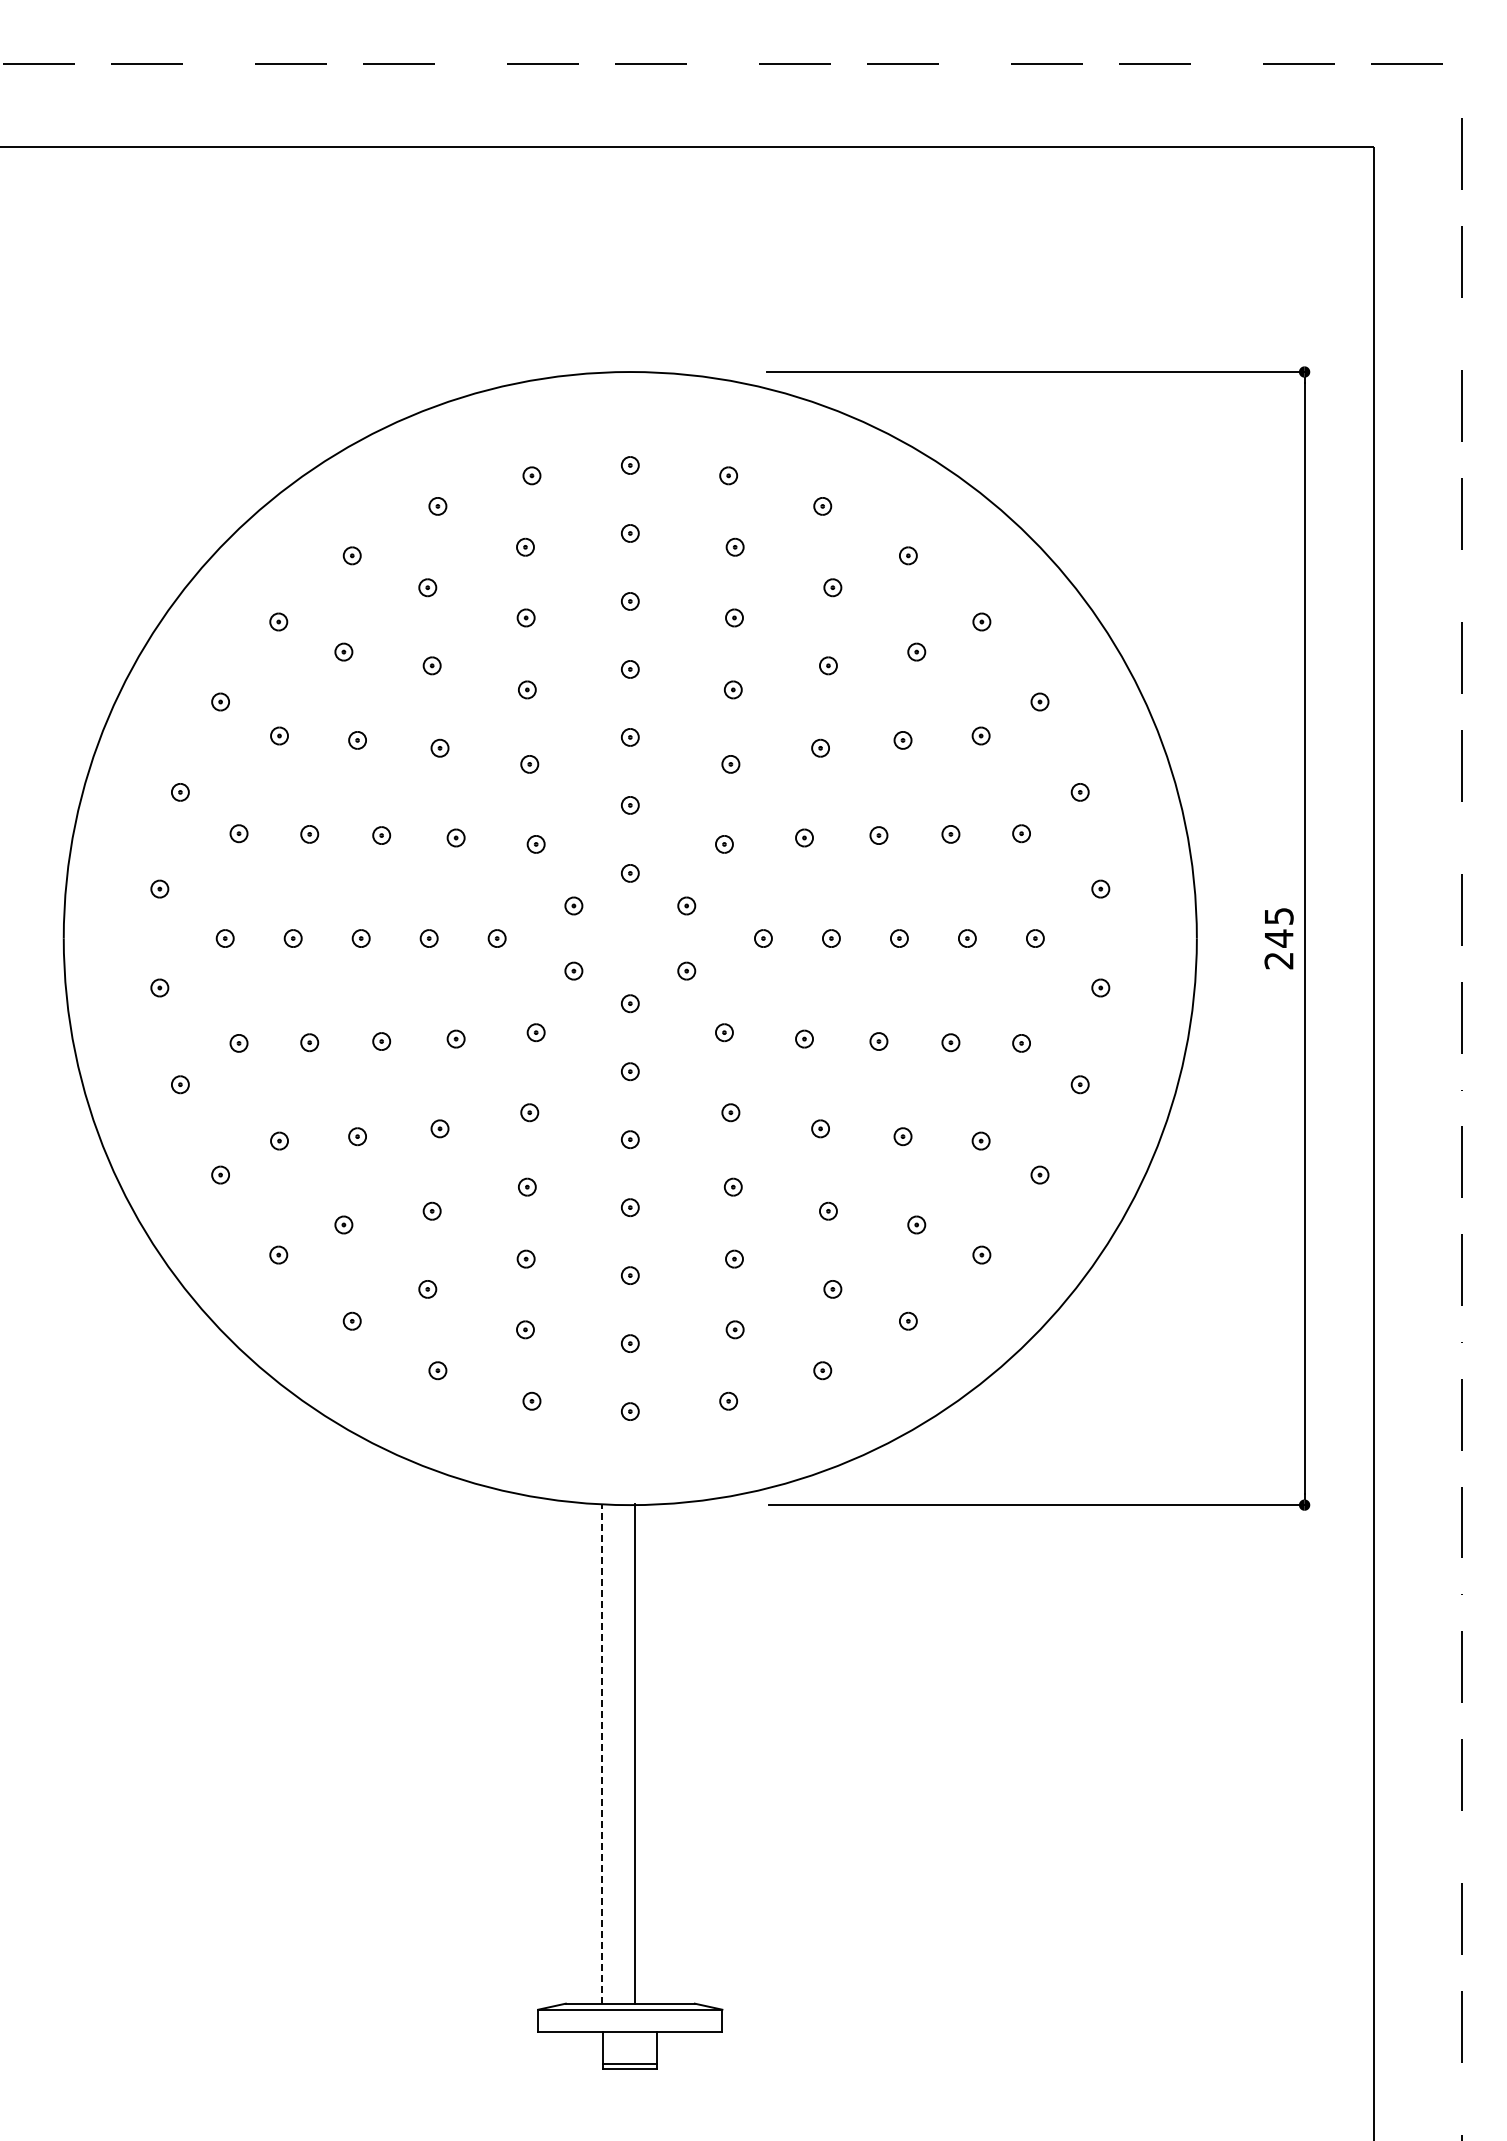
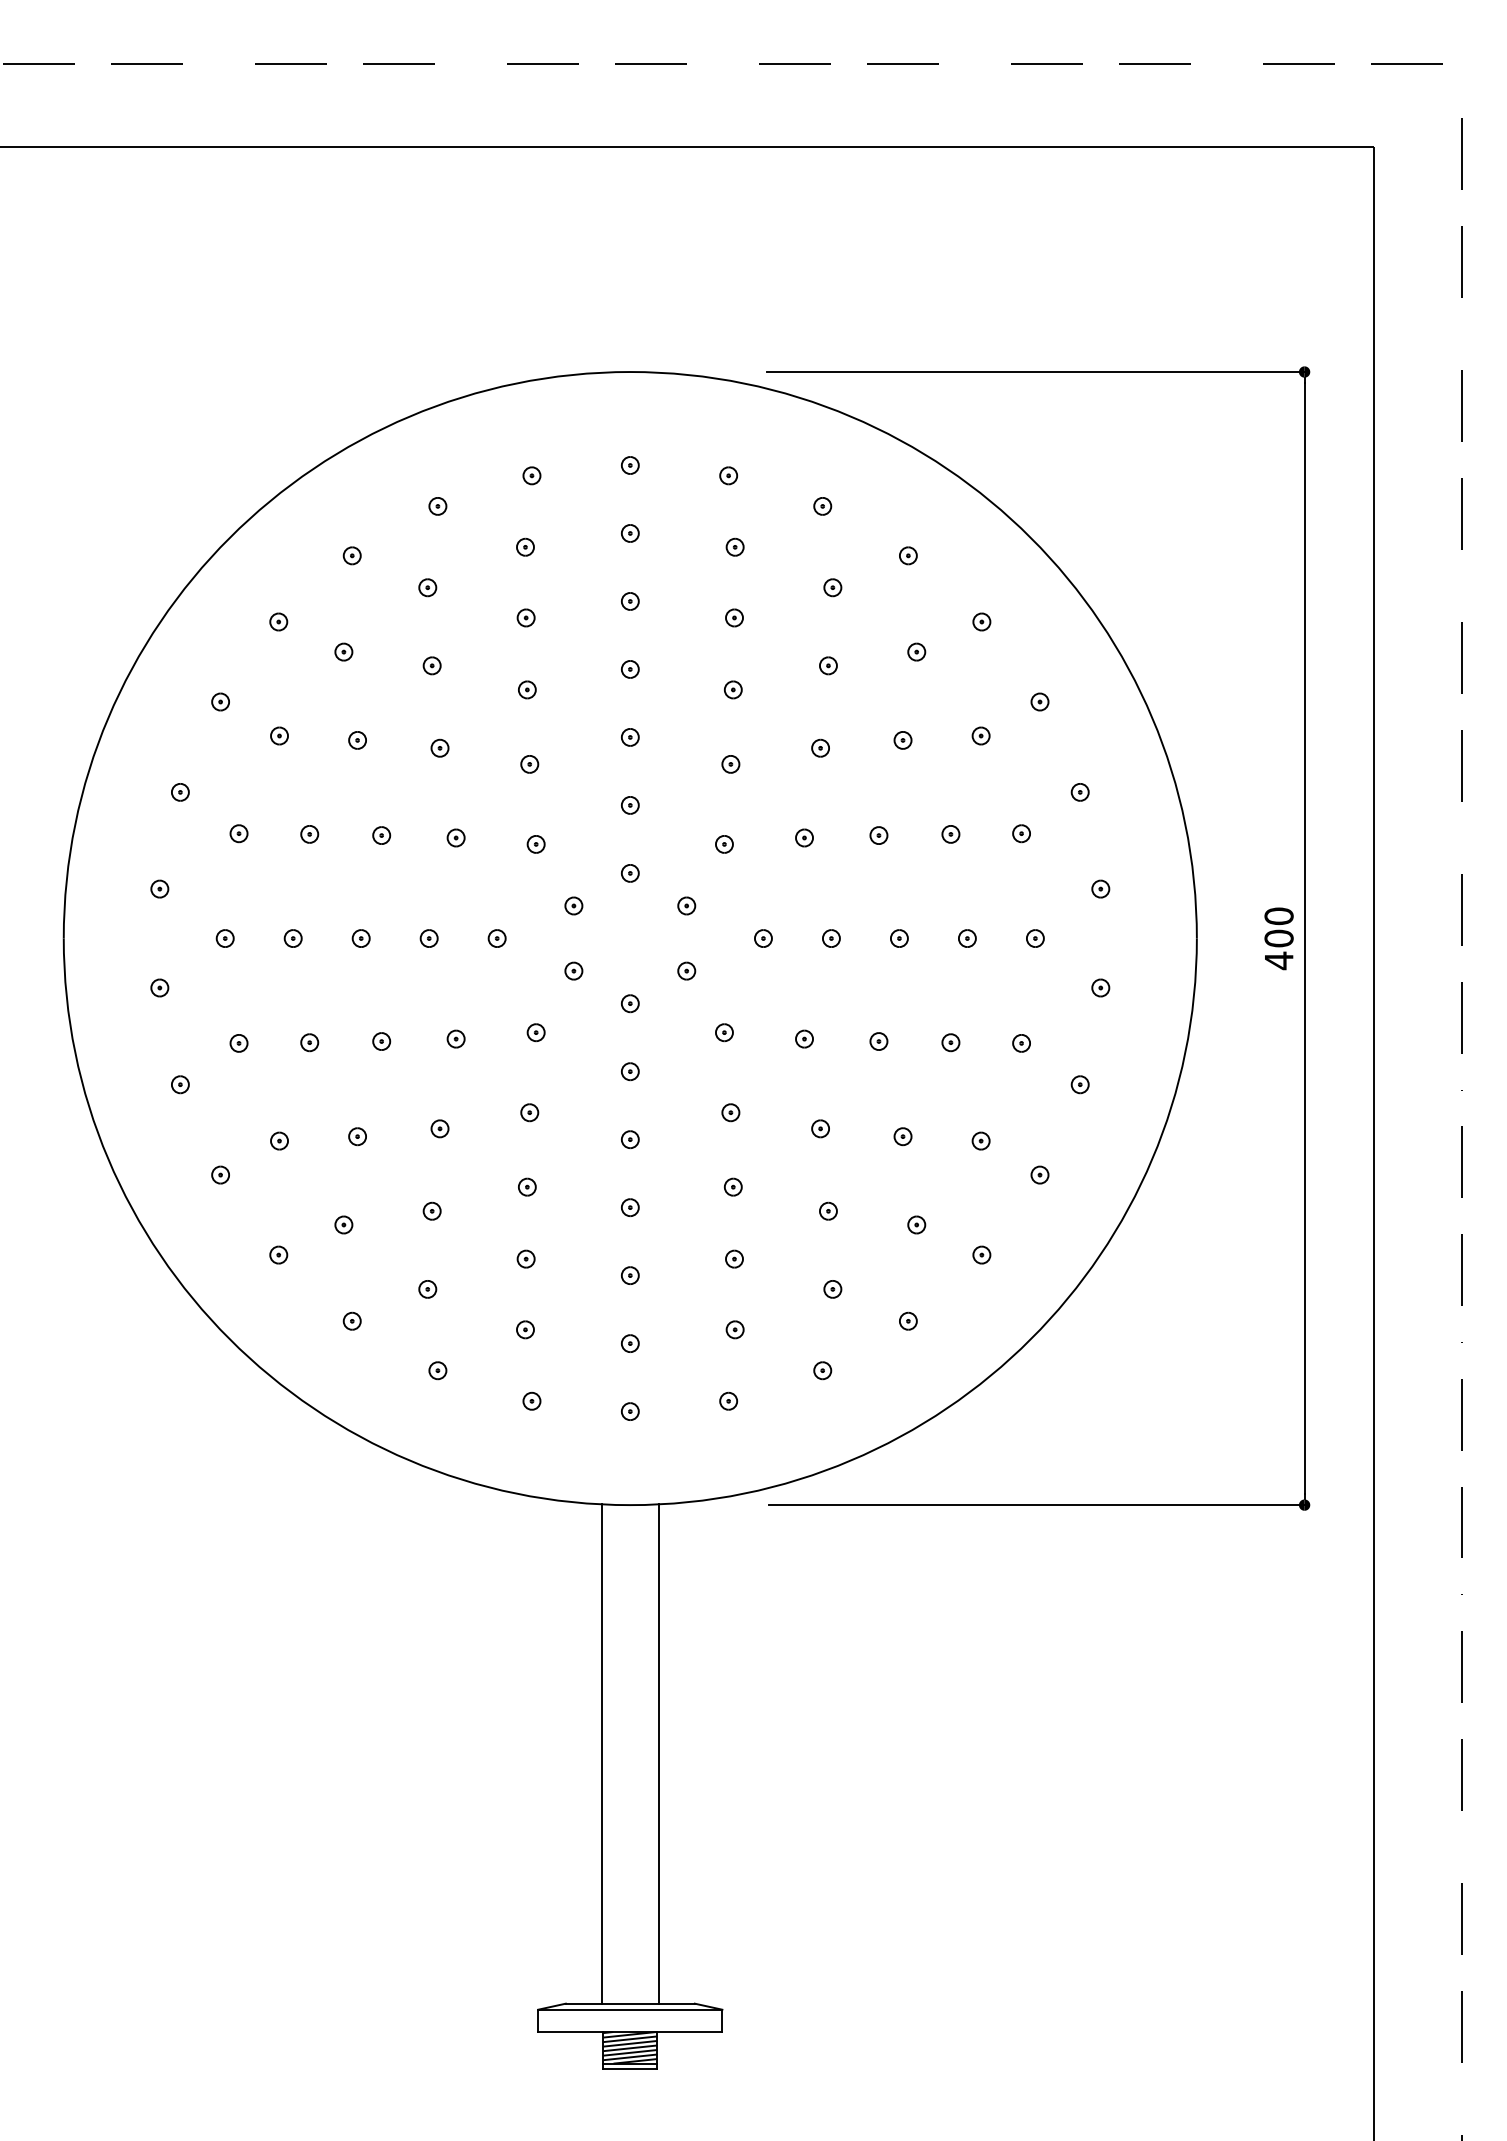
text at (1278, 938): 245 -> 400
line at (634, 1753) position: (634, 1753) -> (658, 1753)
line at (602, 1754): dashed -> solid
hatch at (630, 2047): none -> present
